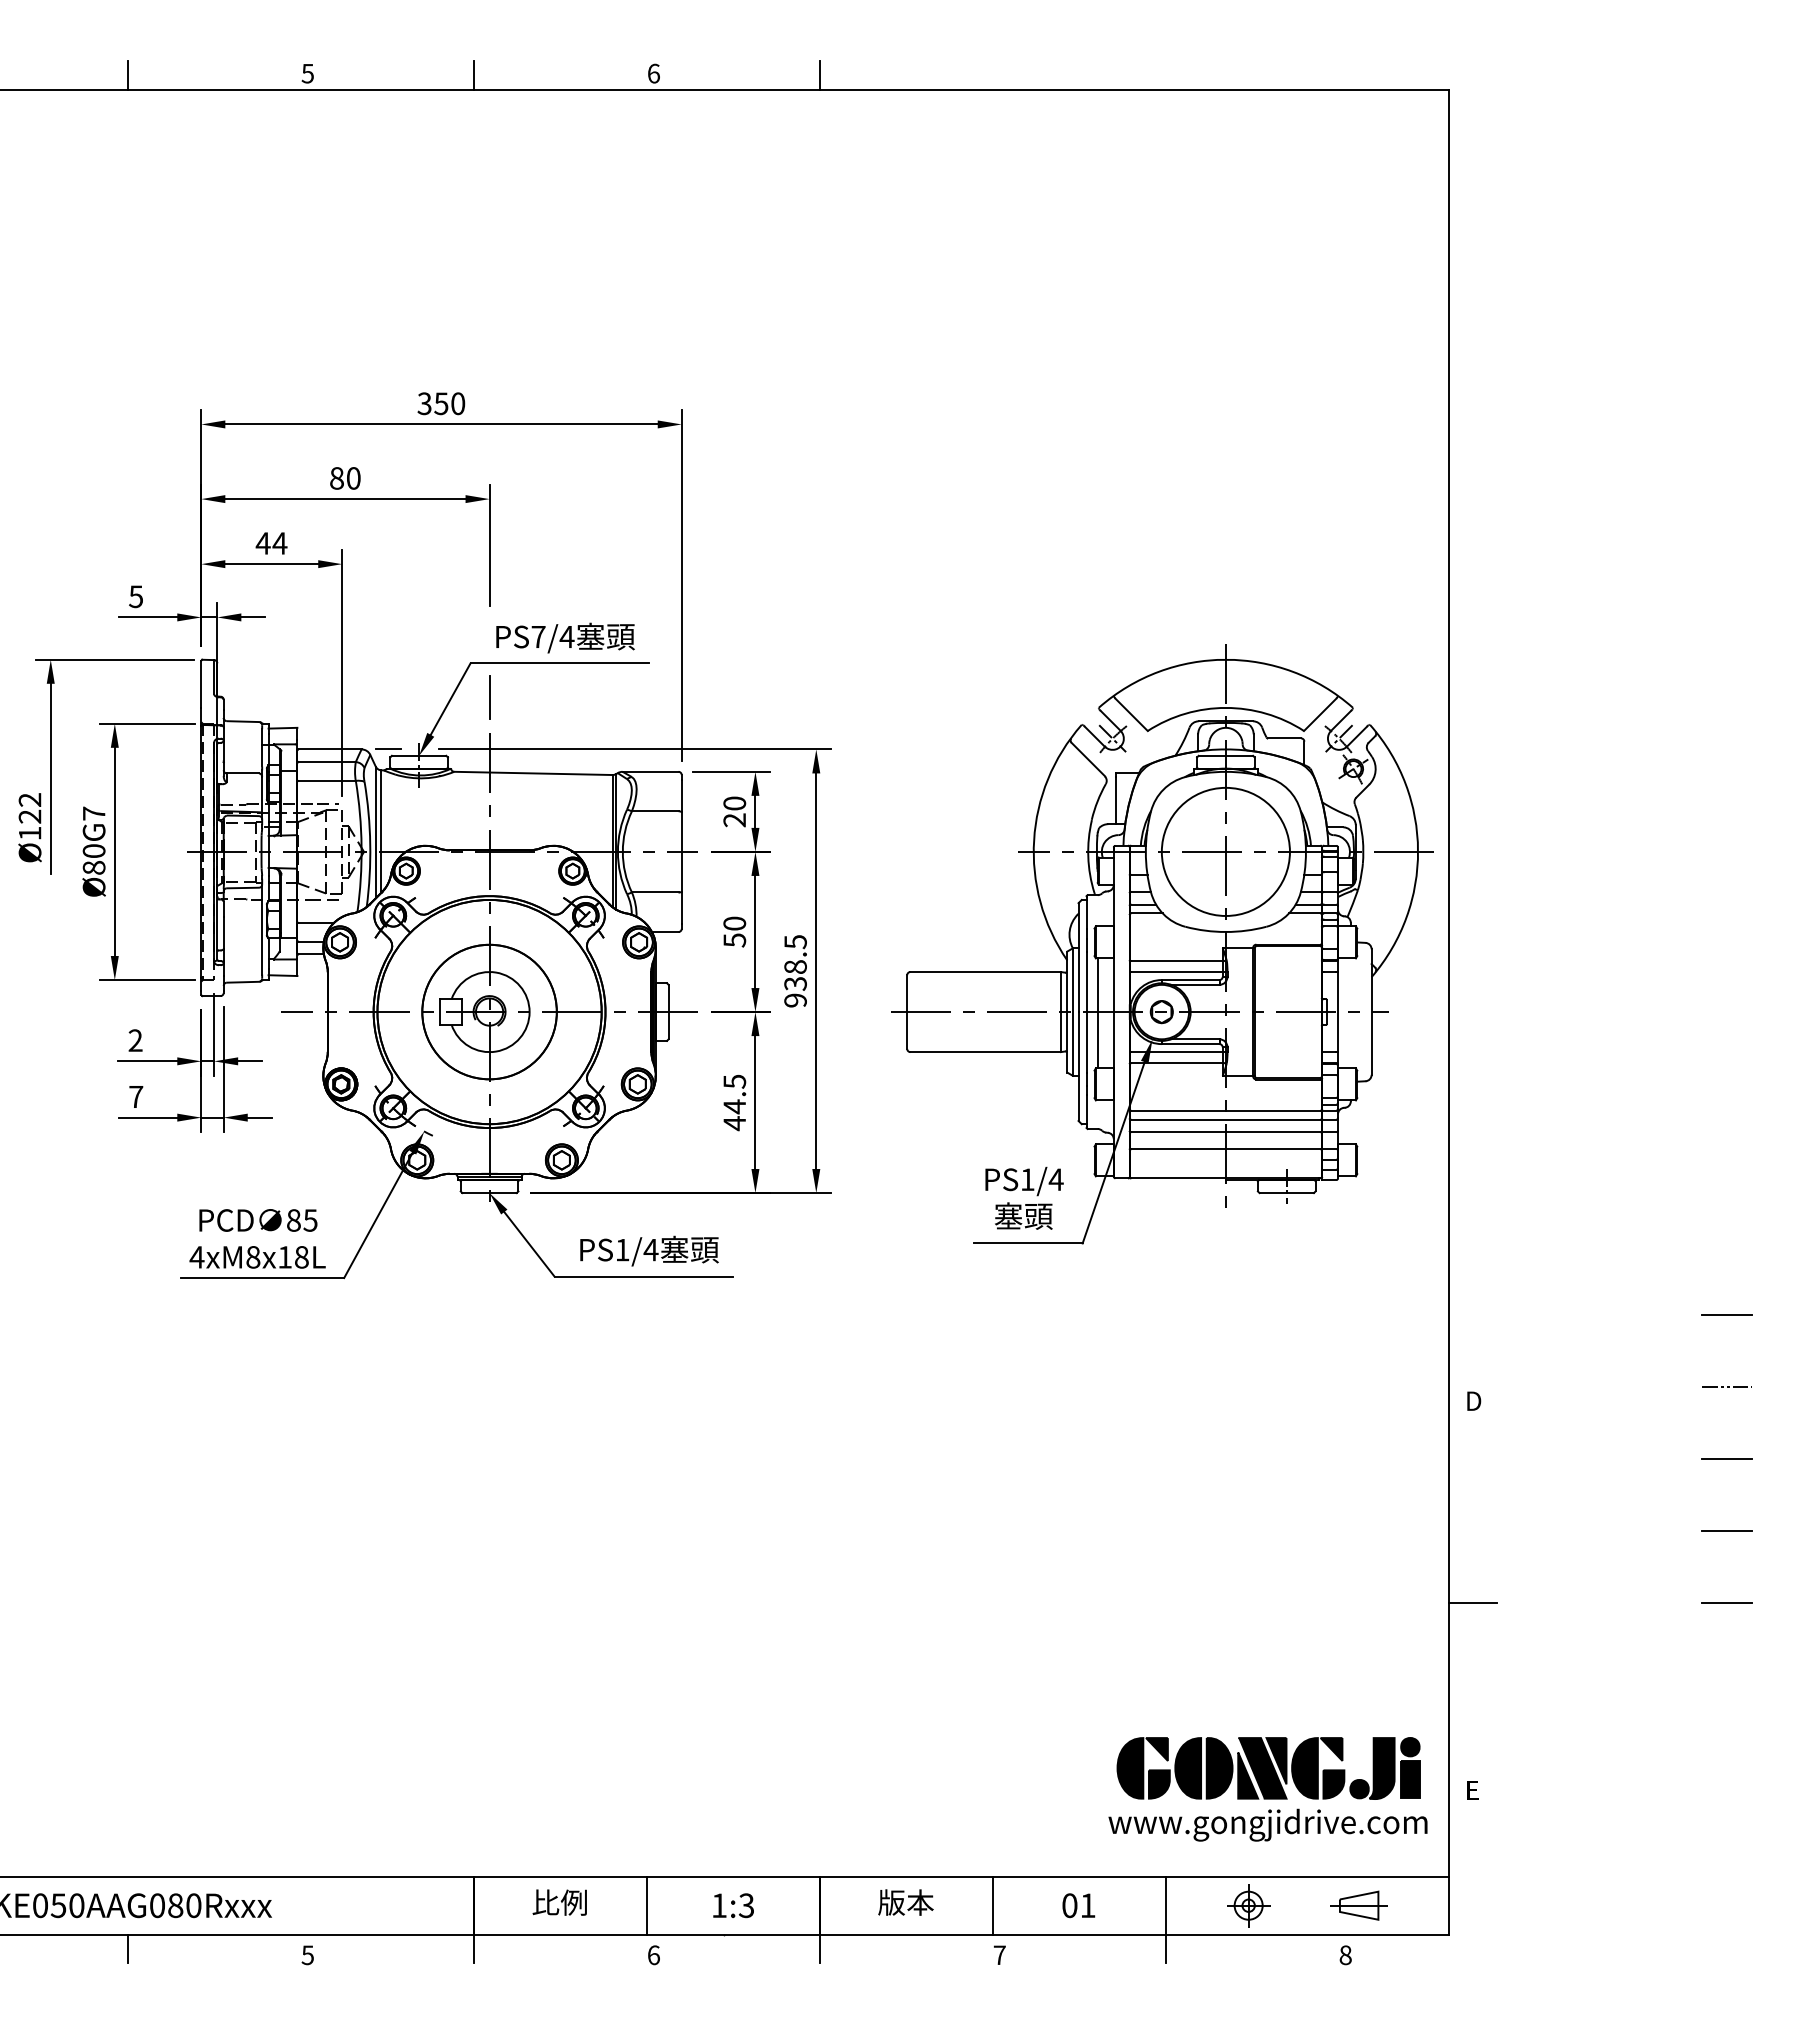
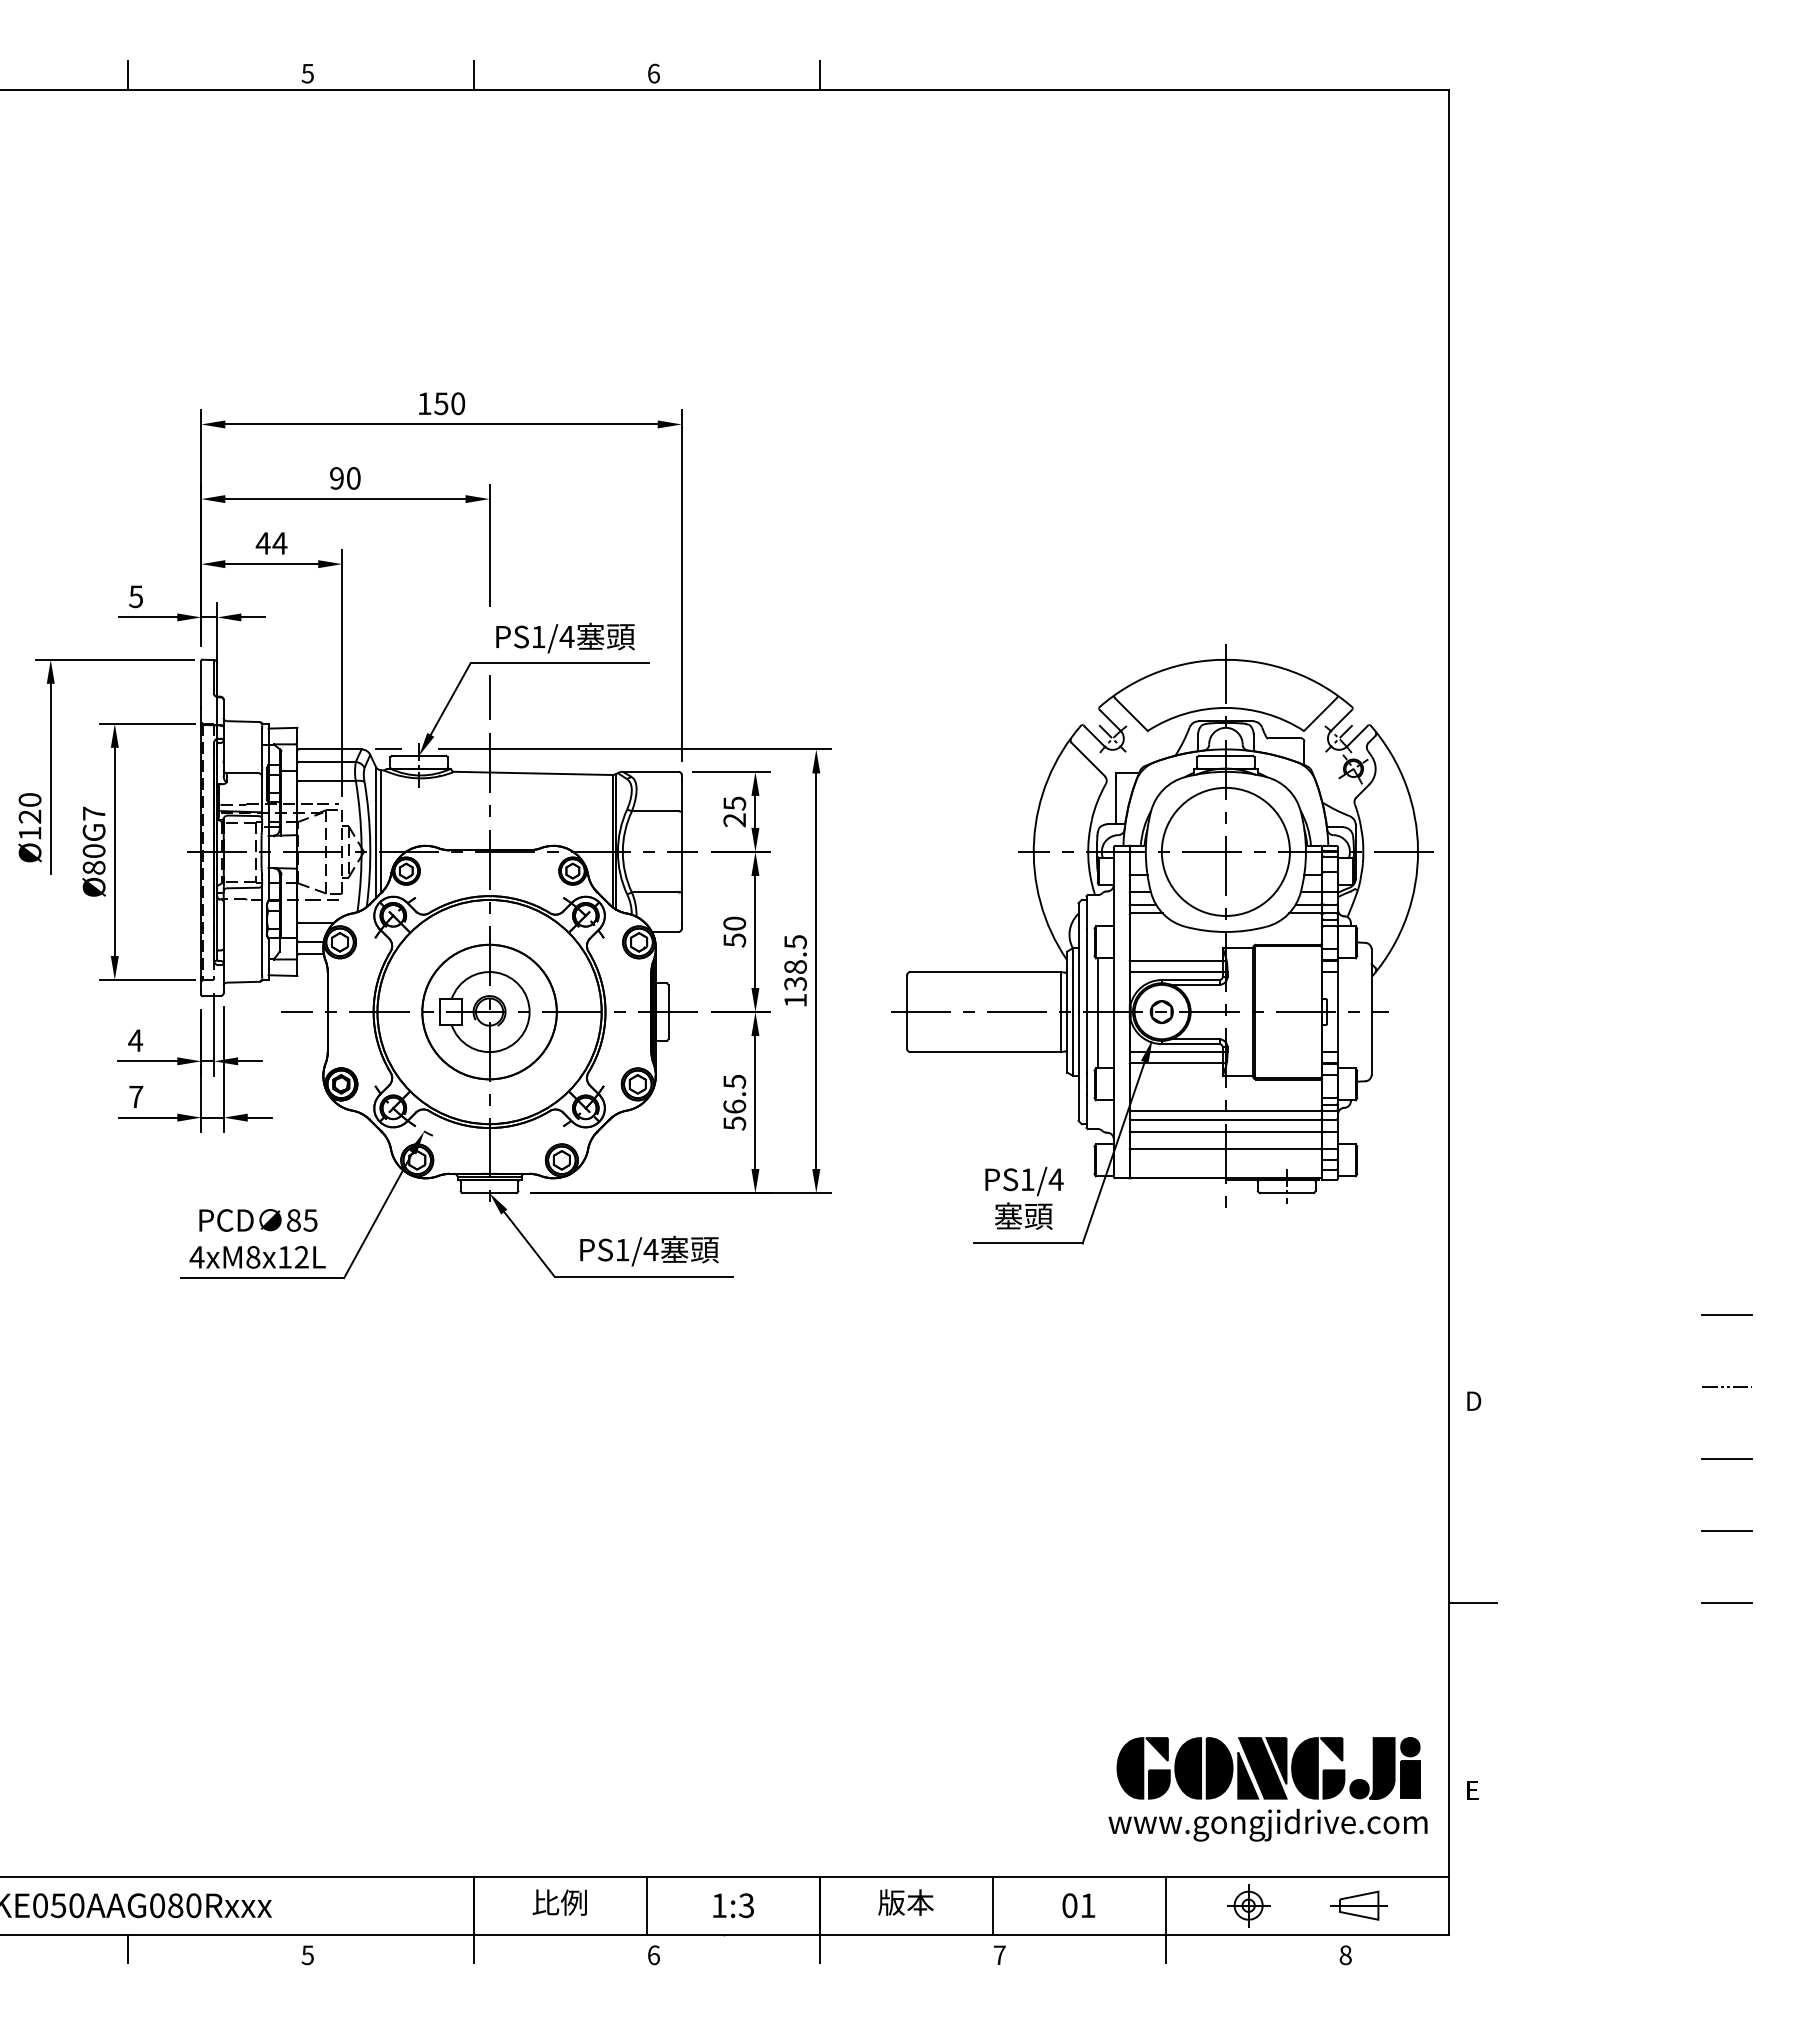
text at (424, 403): 350 -> 150
text at (336, 478): 80 -> 90
text at (538, 636): PS7/4 -> PS1/4
text at (29, 799): Ø122 -> Ø120
text at (734, 803): 20 -> 25
text at (795, 1000): 938.5 -> 138.5
text at (135, 1040): 2 -> 4
text at (734, 1115): 44.5 -> 56.5
text at (301, 1257): 4xM8x18L -> 4xM8x12L
